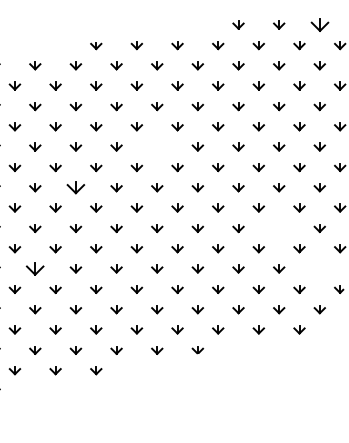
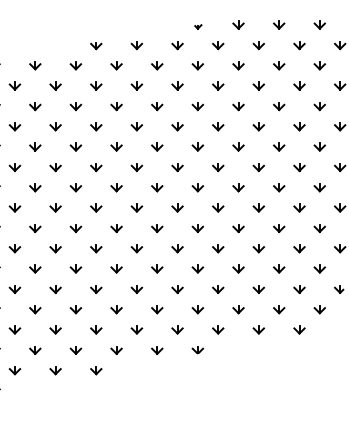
part at (319, 24) size: 20x14 px -> 13x10 px
part at (198, 26): none -> present
part at (157, 146): none -> present
part at (75, 187) size: 20x14 px -> 14x10 px
part at (279, 228): none -> present
part at (34, 268) size: 20x14 px -> 13x10 px
part at (319, 268): none -> present
